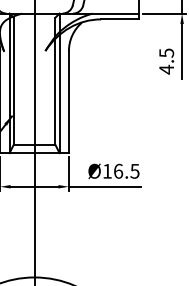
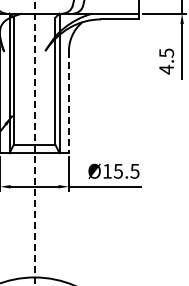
line at (68, 102): solid -> dashed
line at (34, 142): solid -> dashed
text at (118, 170): Ø16.5 -> Ø15.5
